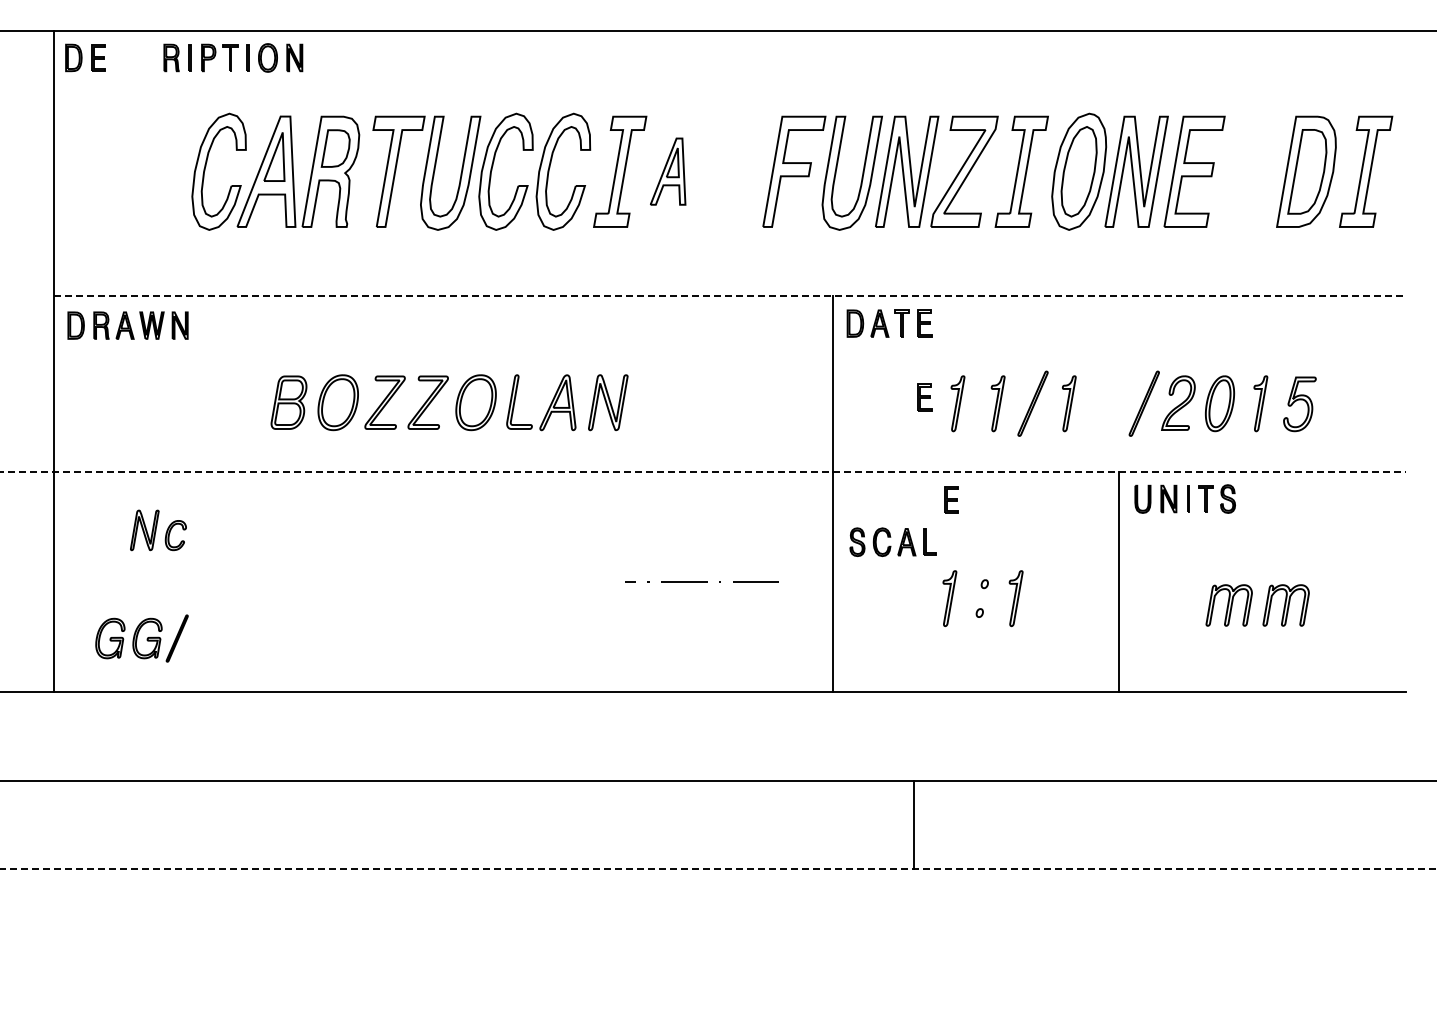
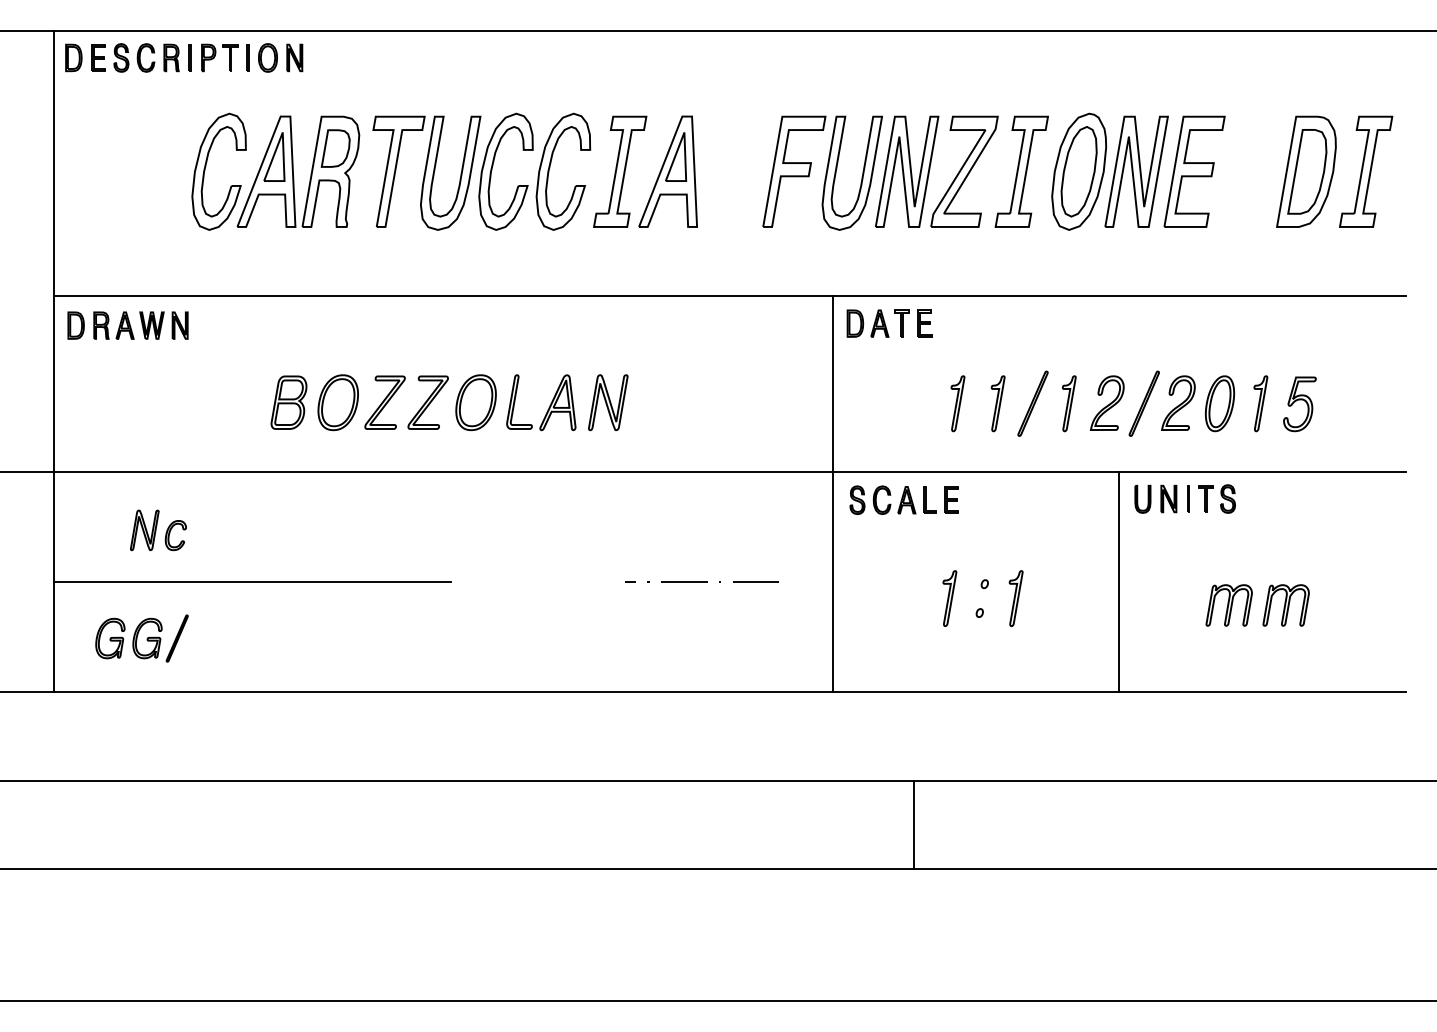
part at (134, 57): none -> present
part at (668, 171) size: 37x69 px -> 60x113 px
line at (730, 295): dashed -> solid
part at (924, 397): present -> none
part at (1106, 402): none -> present
line at (703, 471): dashed -> solid
part at (892, 541) position: (892, 541) -> (892, 499)
line at (252, 582): none -> present
line at (718, 868): dashed -> solid
line at (717, 1001): none -> present
